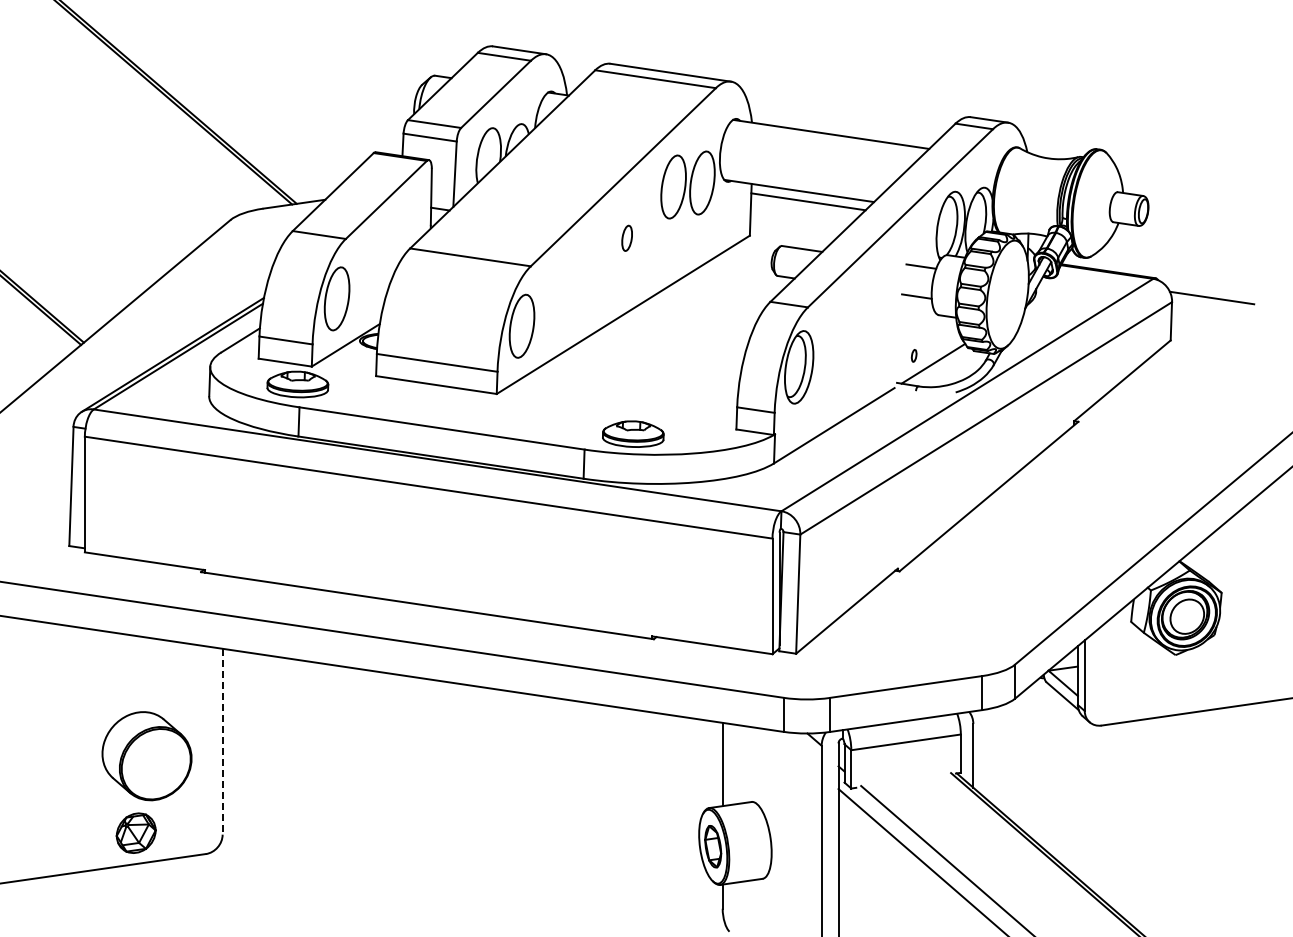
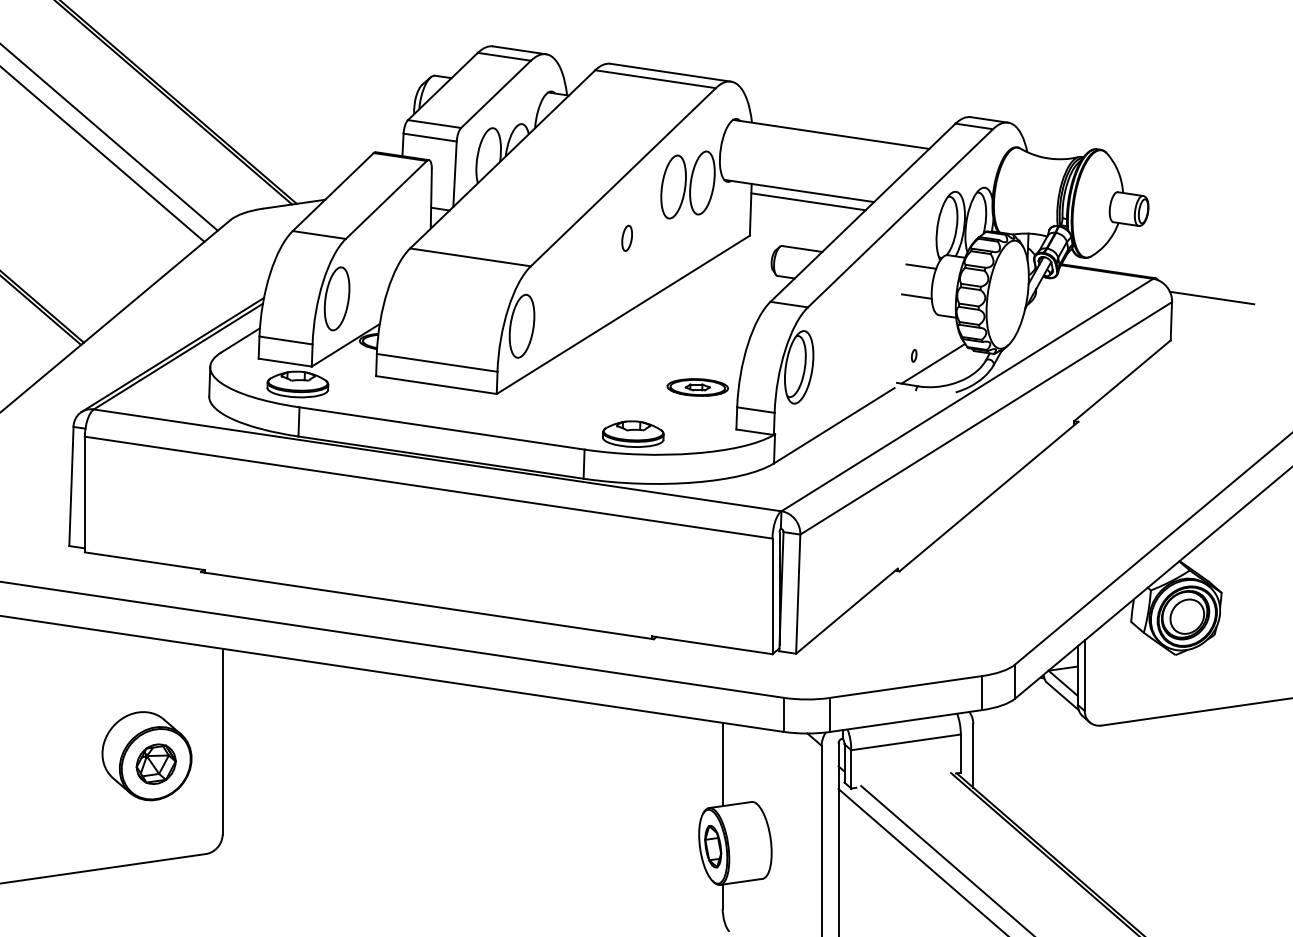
line at (109, 137): none -> present
line at (103, 154): none -> present
part at (697, 387): none -> present
line at (222, 741): dashed -> solid
part at (135, 832) position: (135, 832) -> (155, 763)
